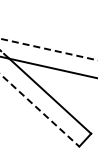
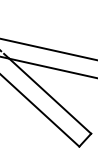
line at (49, 49): dashed -> solid
line at (40, 110): dashed -> solid
